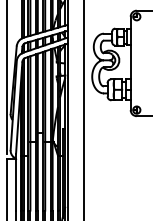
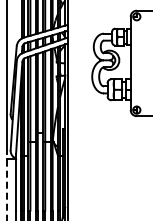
line at (83, 109): present -> none
line at (7, 190): solid -> dashed
